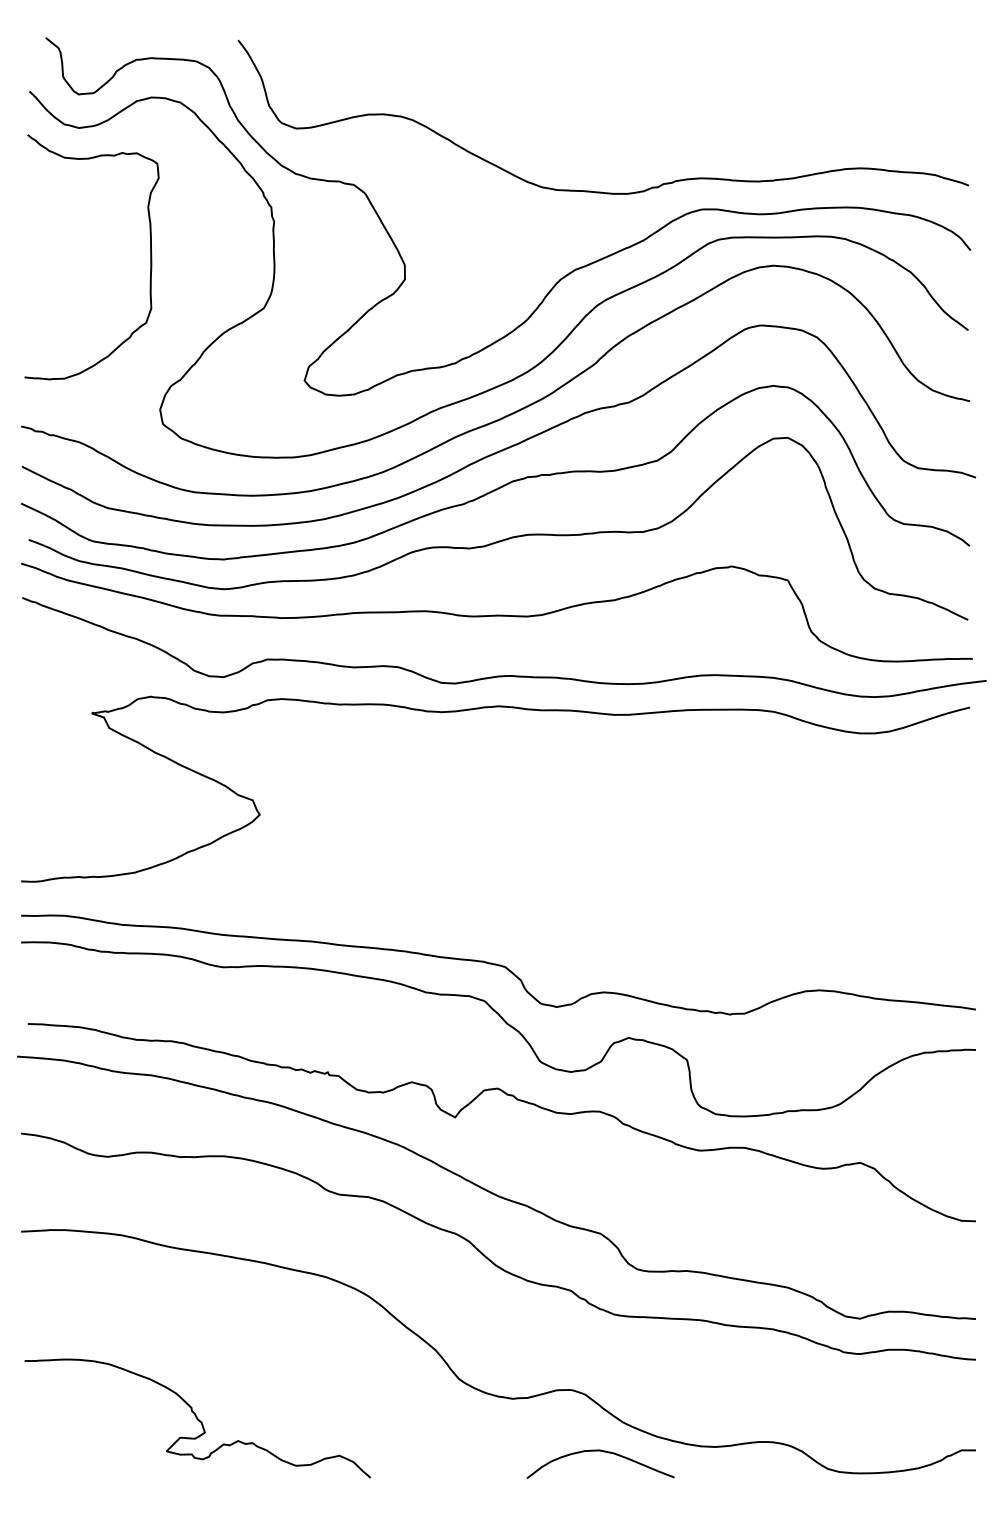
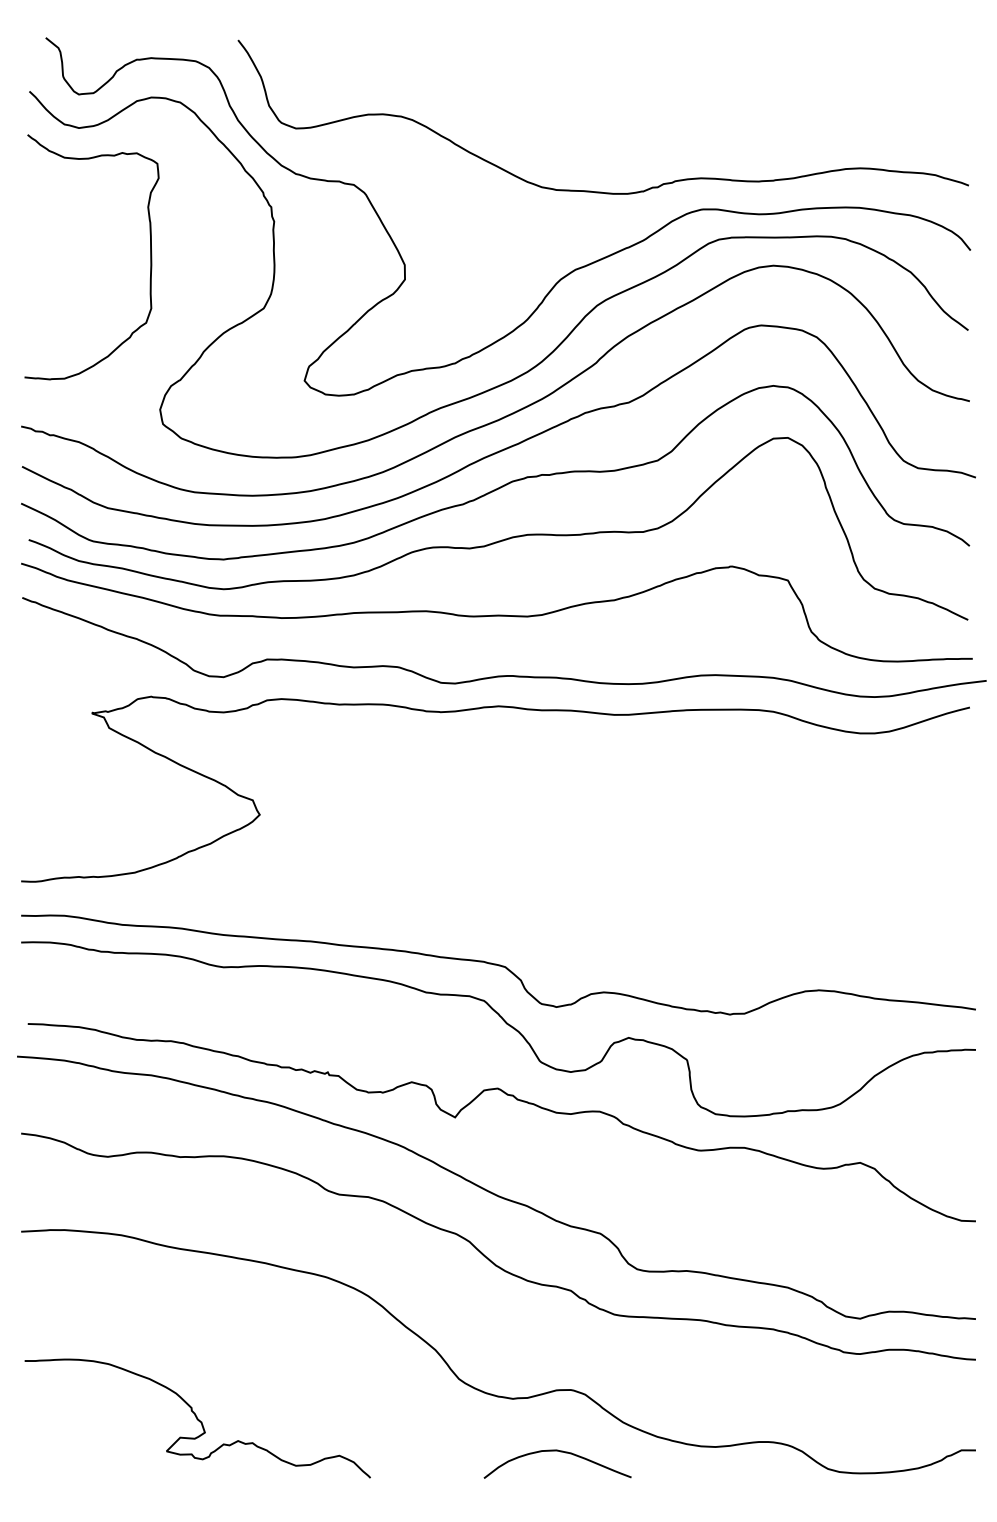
curve at (603, 1452) position: (603, 1452) -> (560, 1452)
